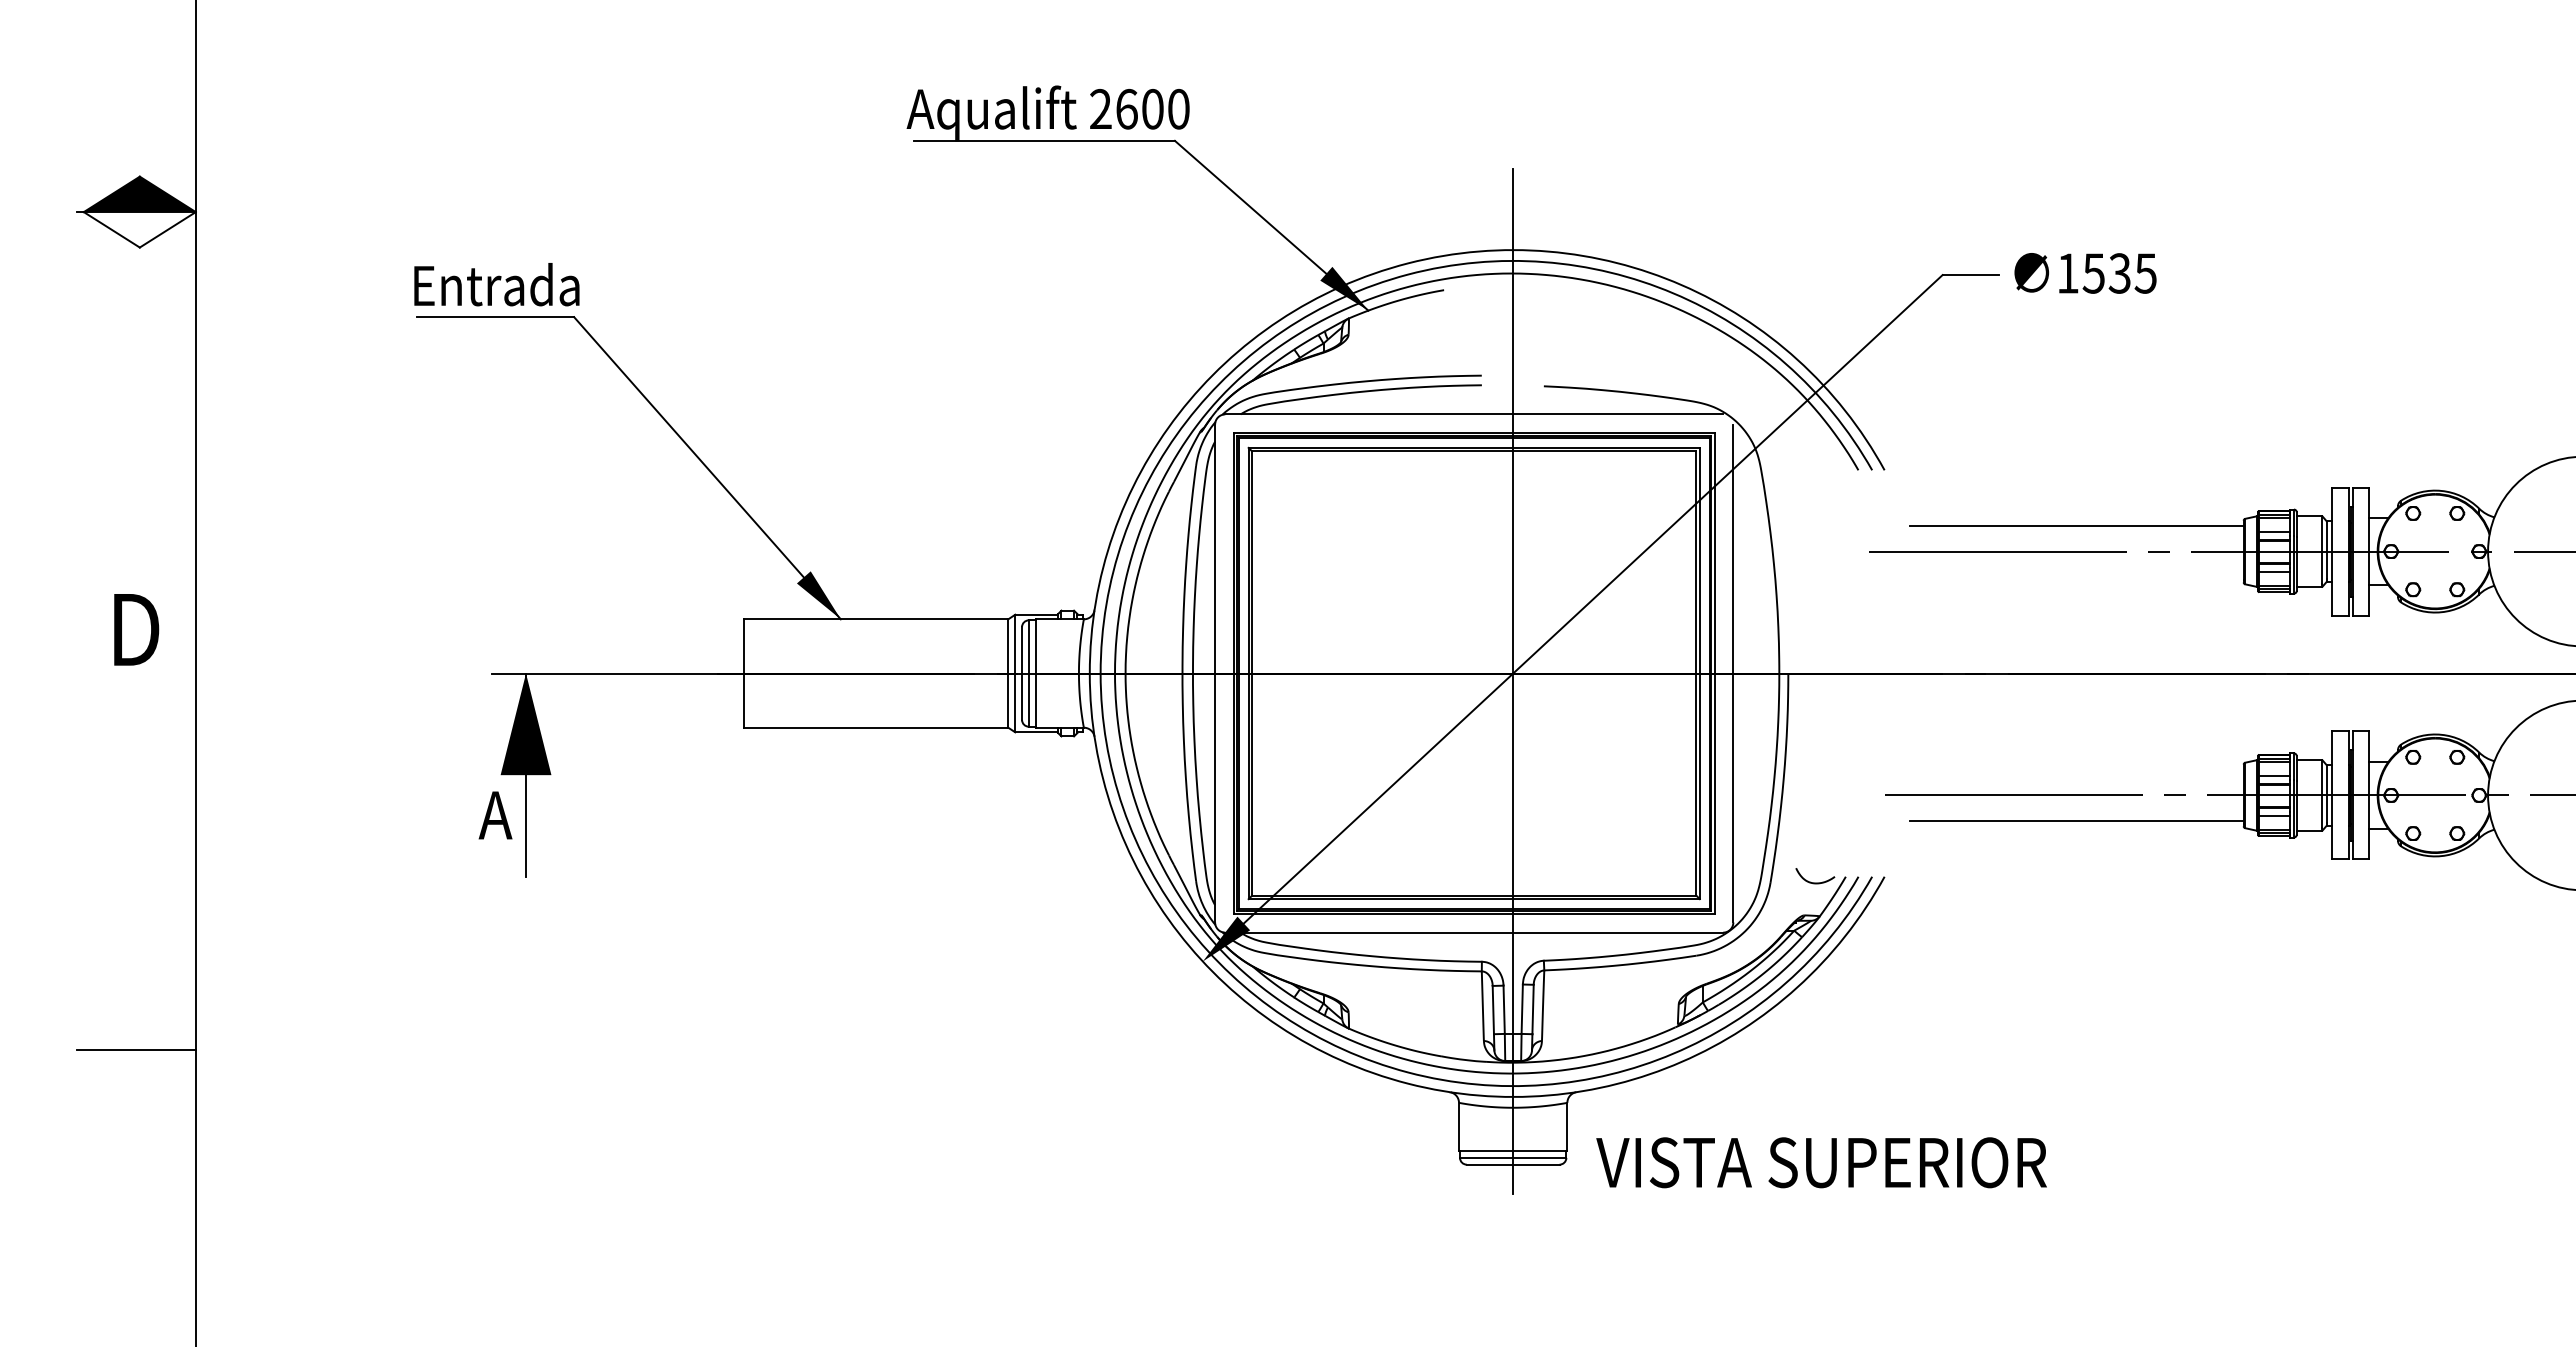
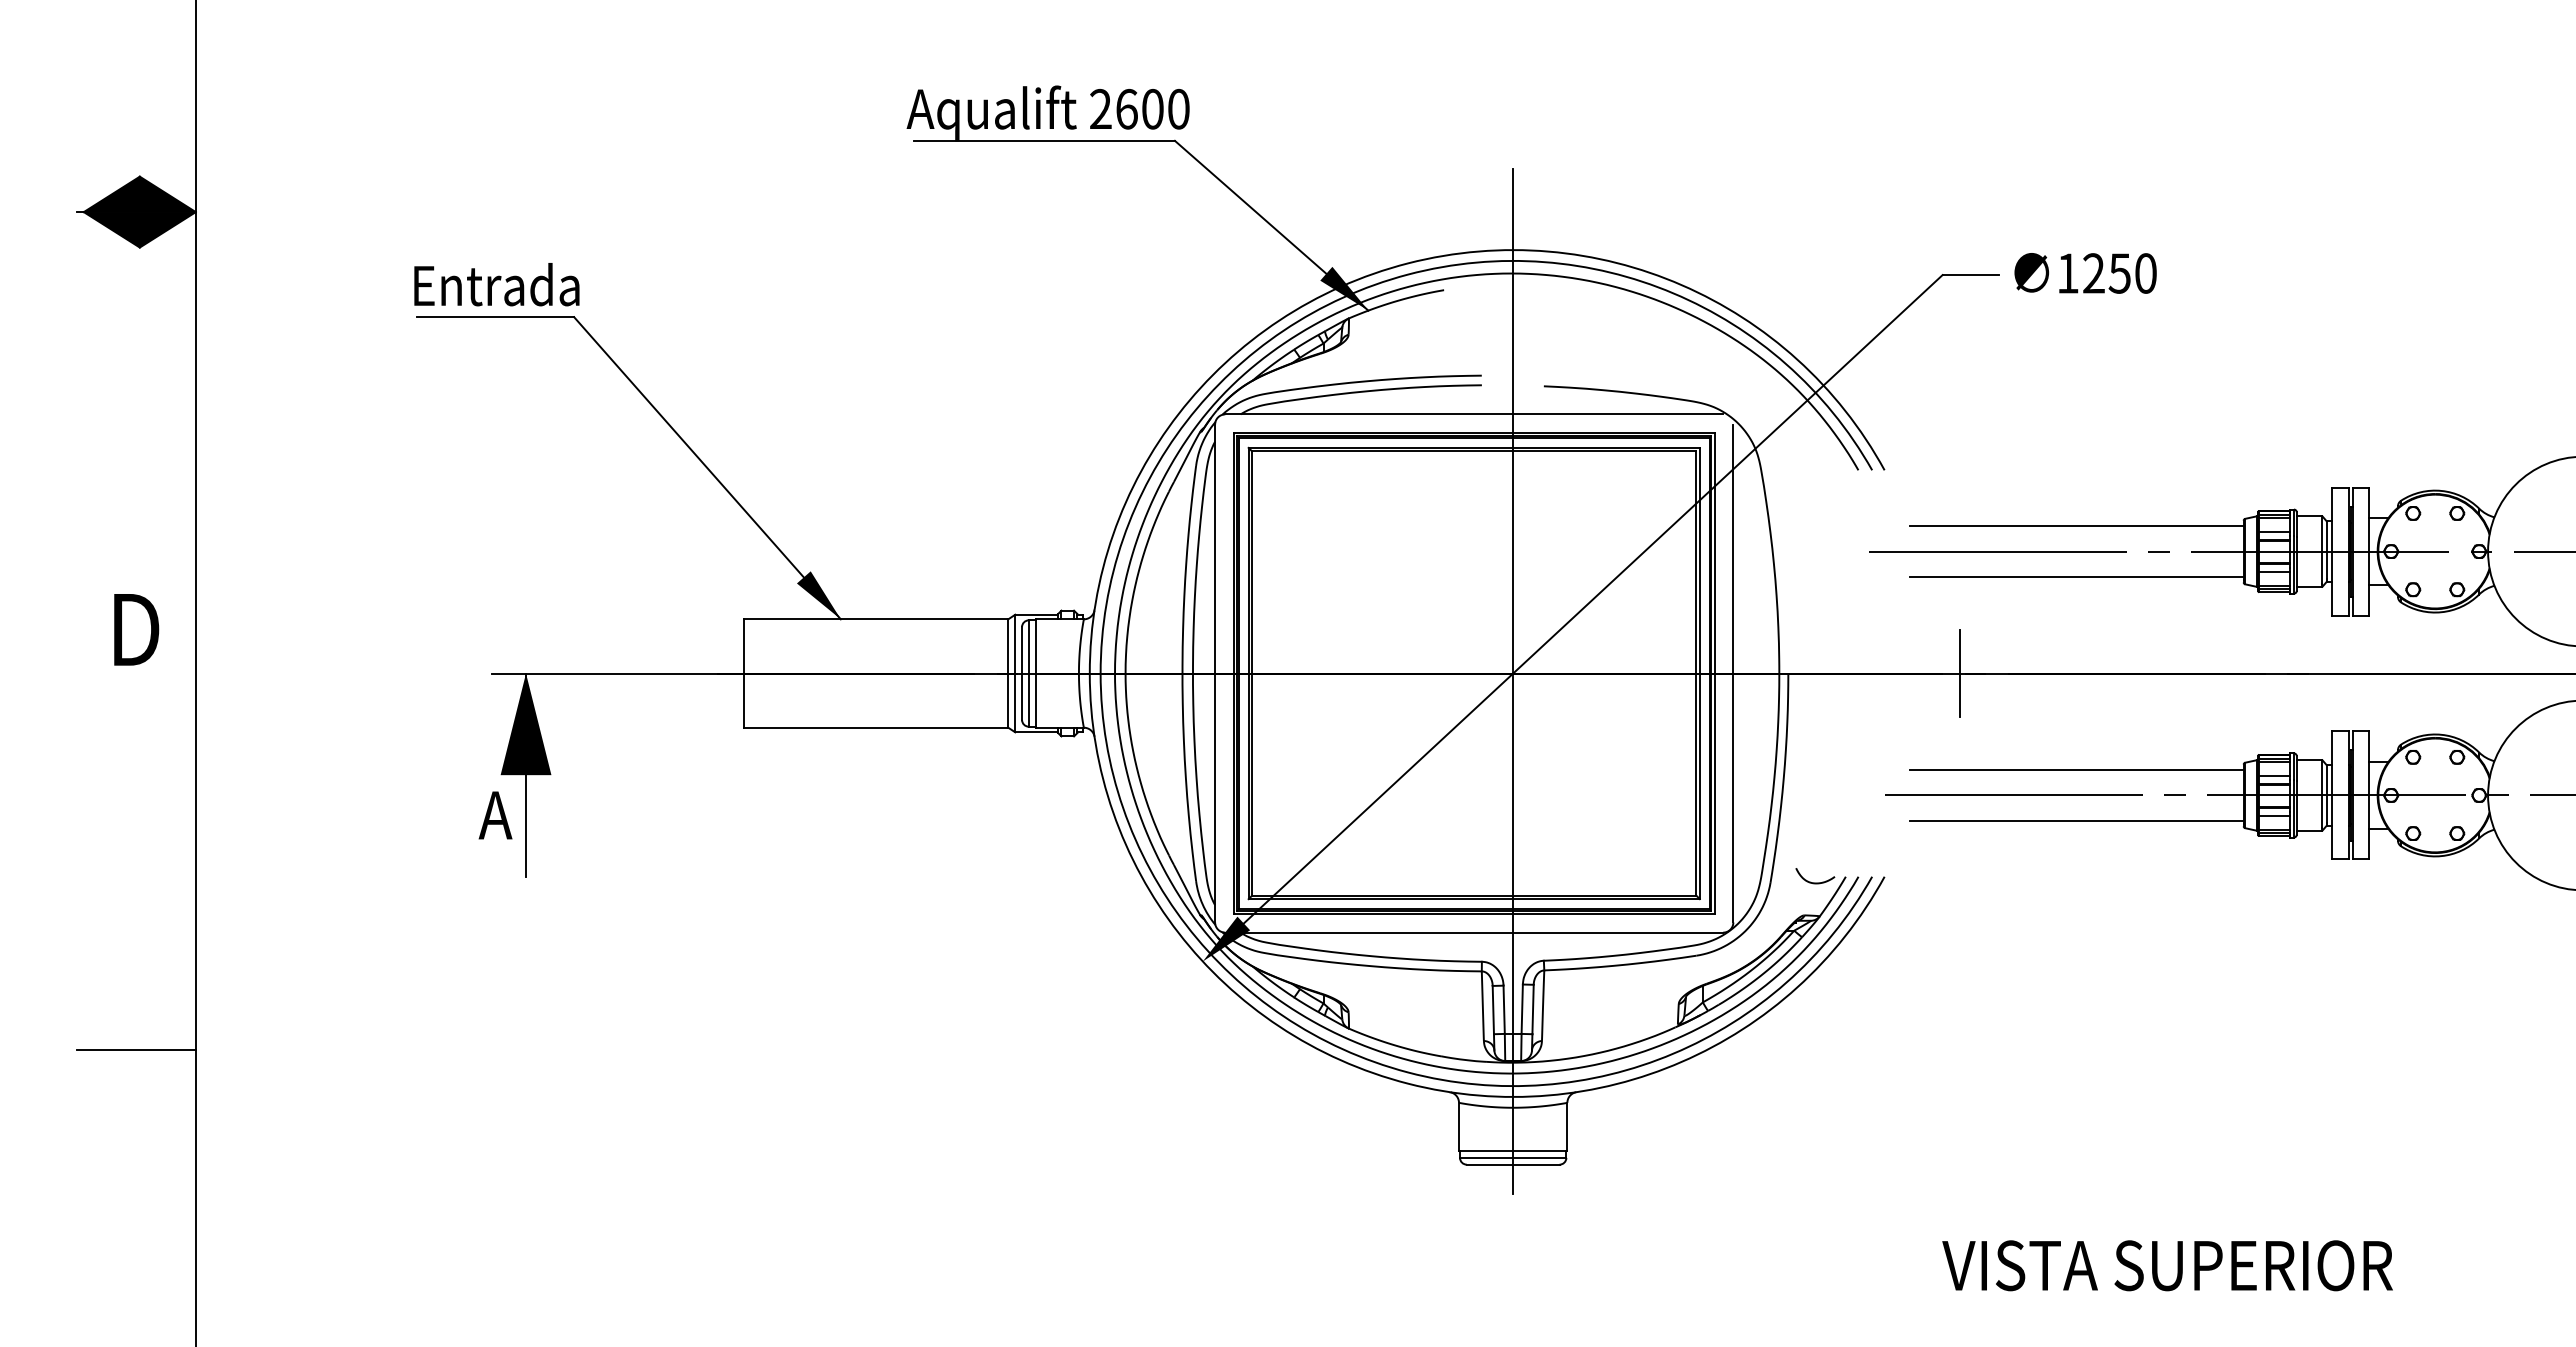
fill at (139, 229): none -> present
text at (2119, 273): 1535 -> 1250
line at (2076, 576): none -> present
line at (1960, 673): none -> present
line at (2076, 770): none -> present
text at (1821, 1162) position: (1821, 1162) -> (2167, 1265)
